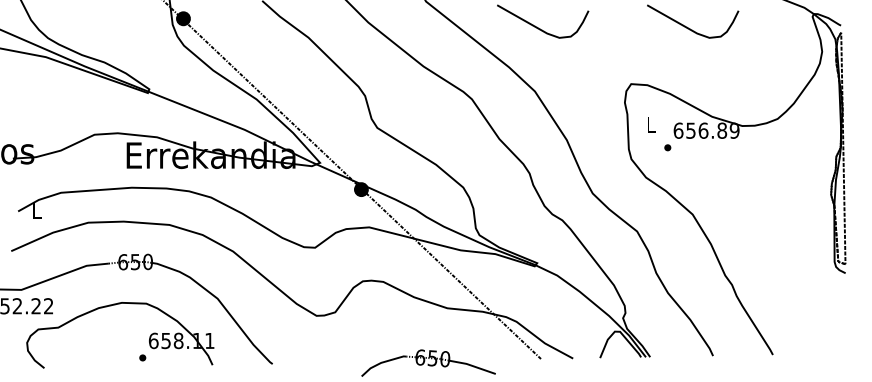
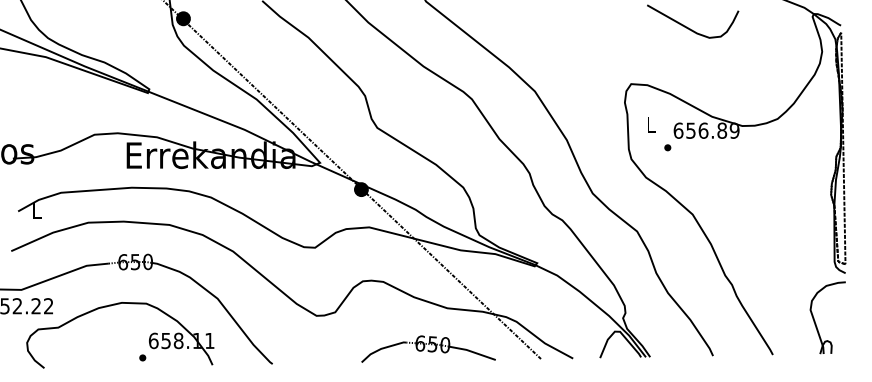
curve at (540, 28): present -> none
part at (815, 320): none -> present
part at (428, 362) position: (428, 362) -> (428, 348)
